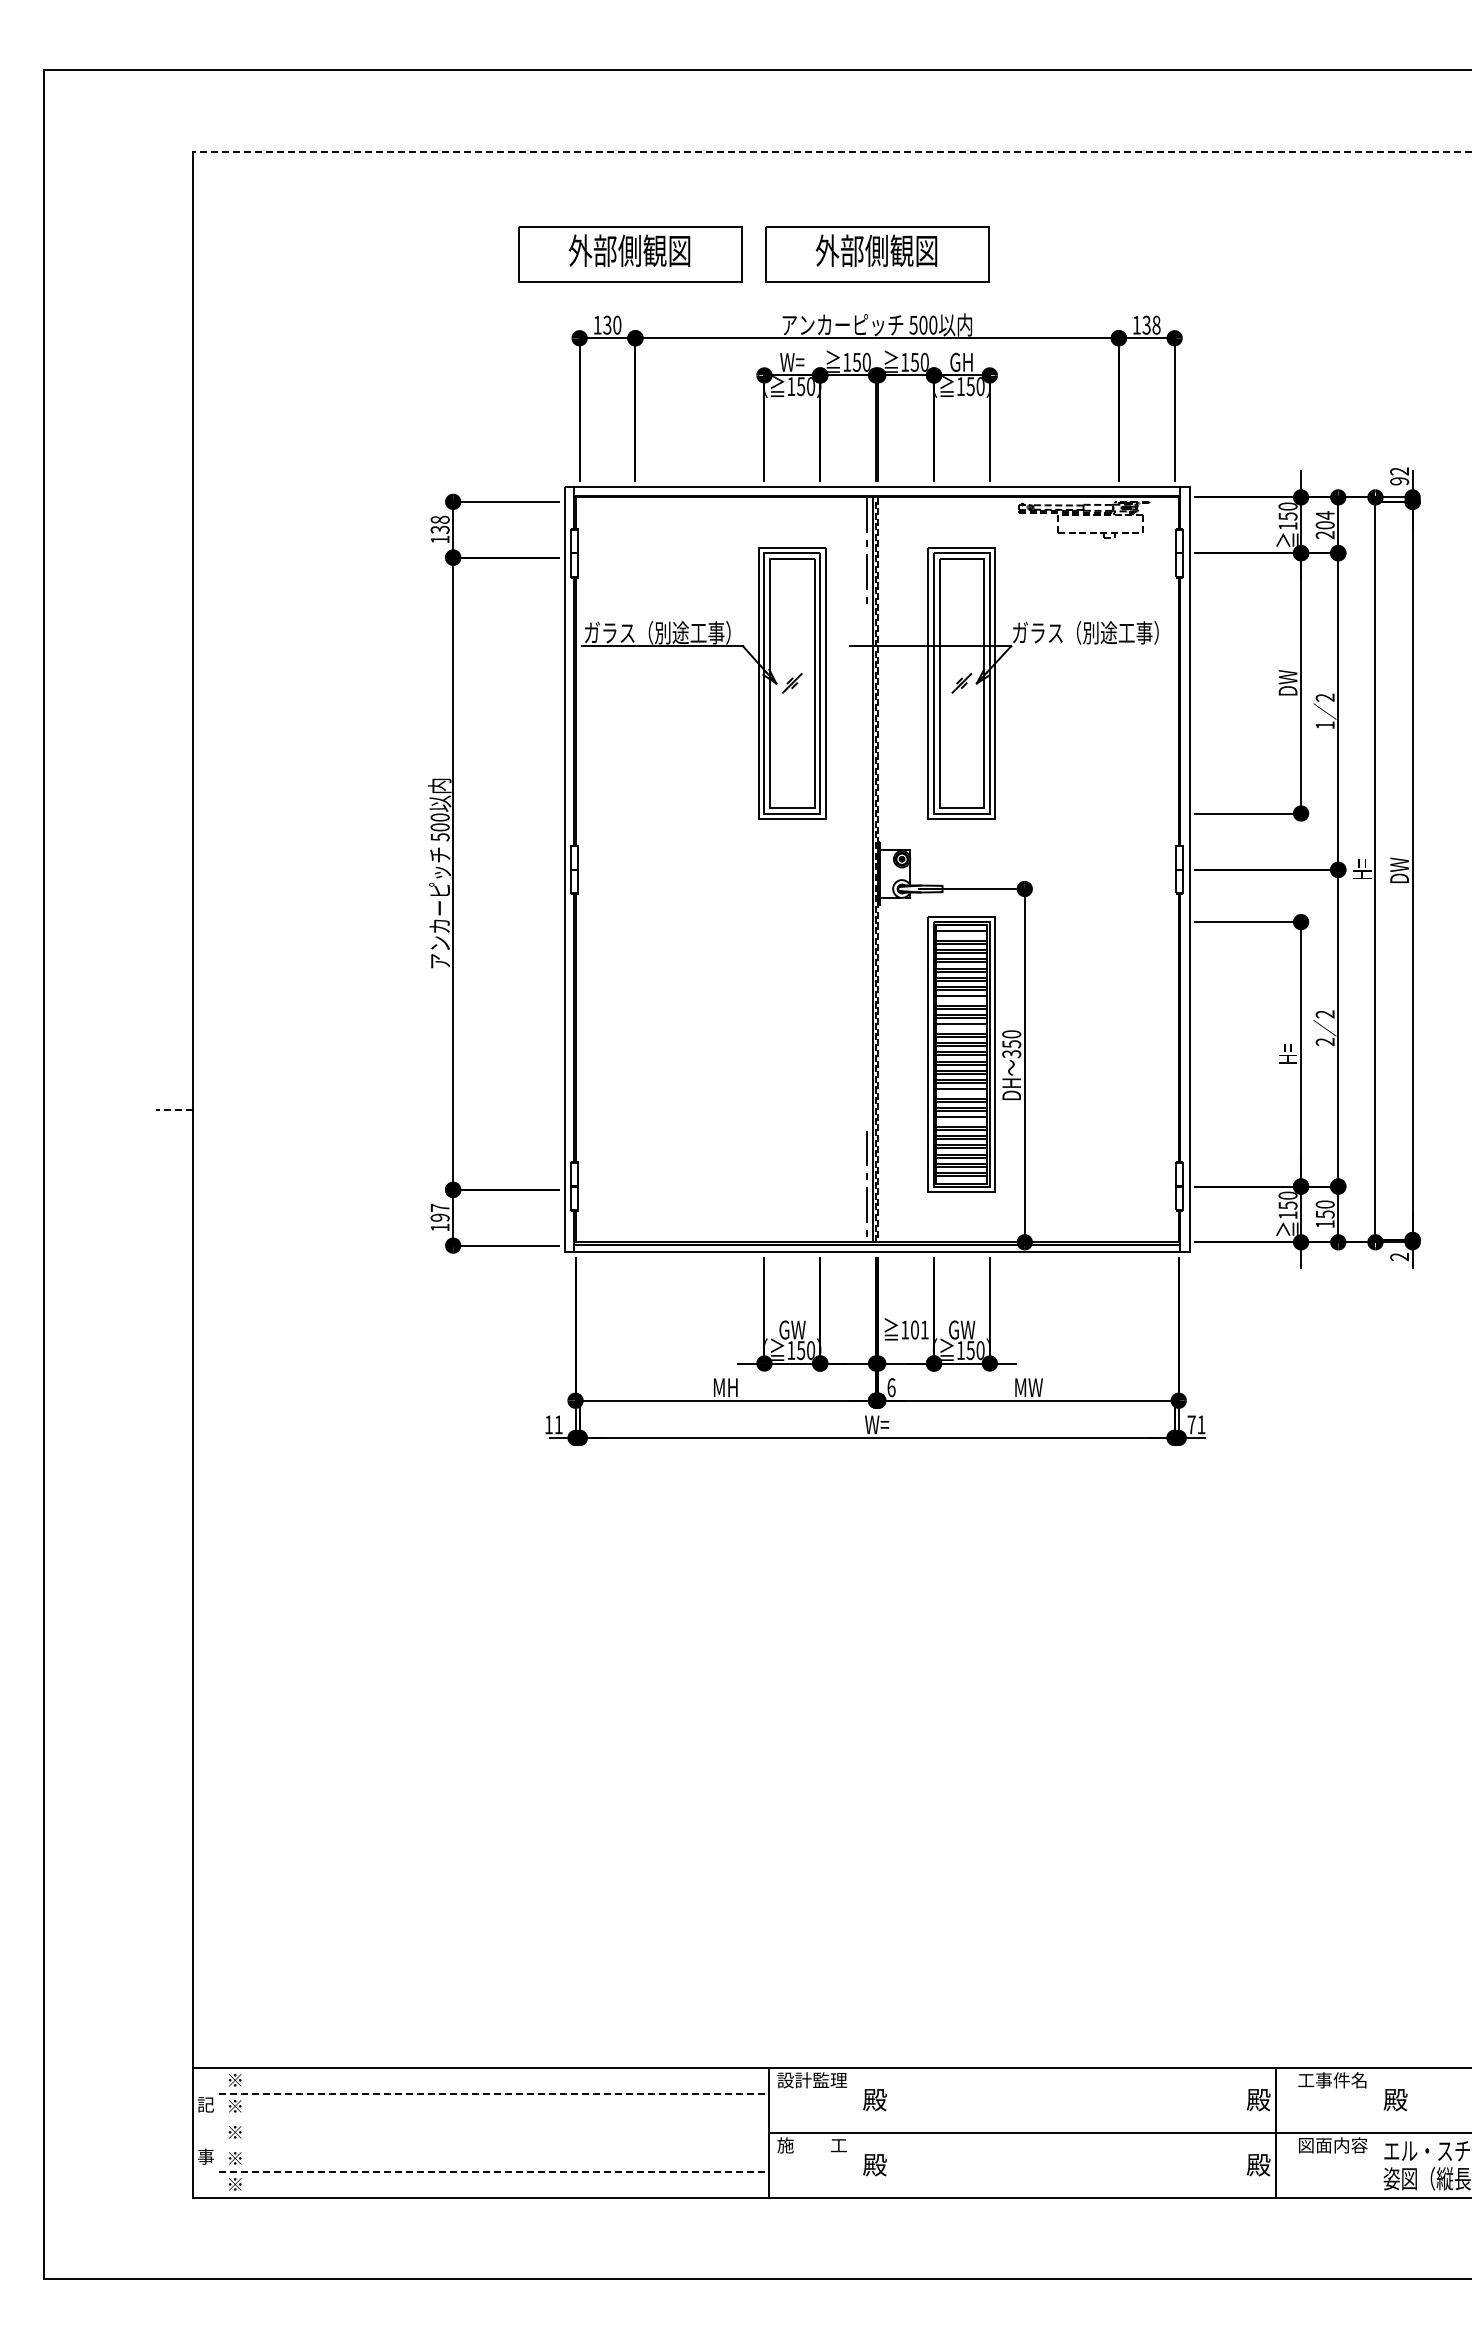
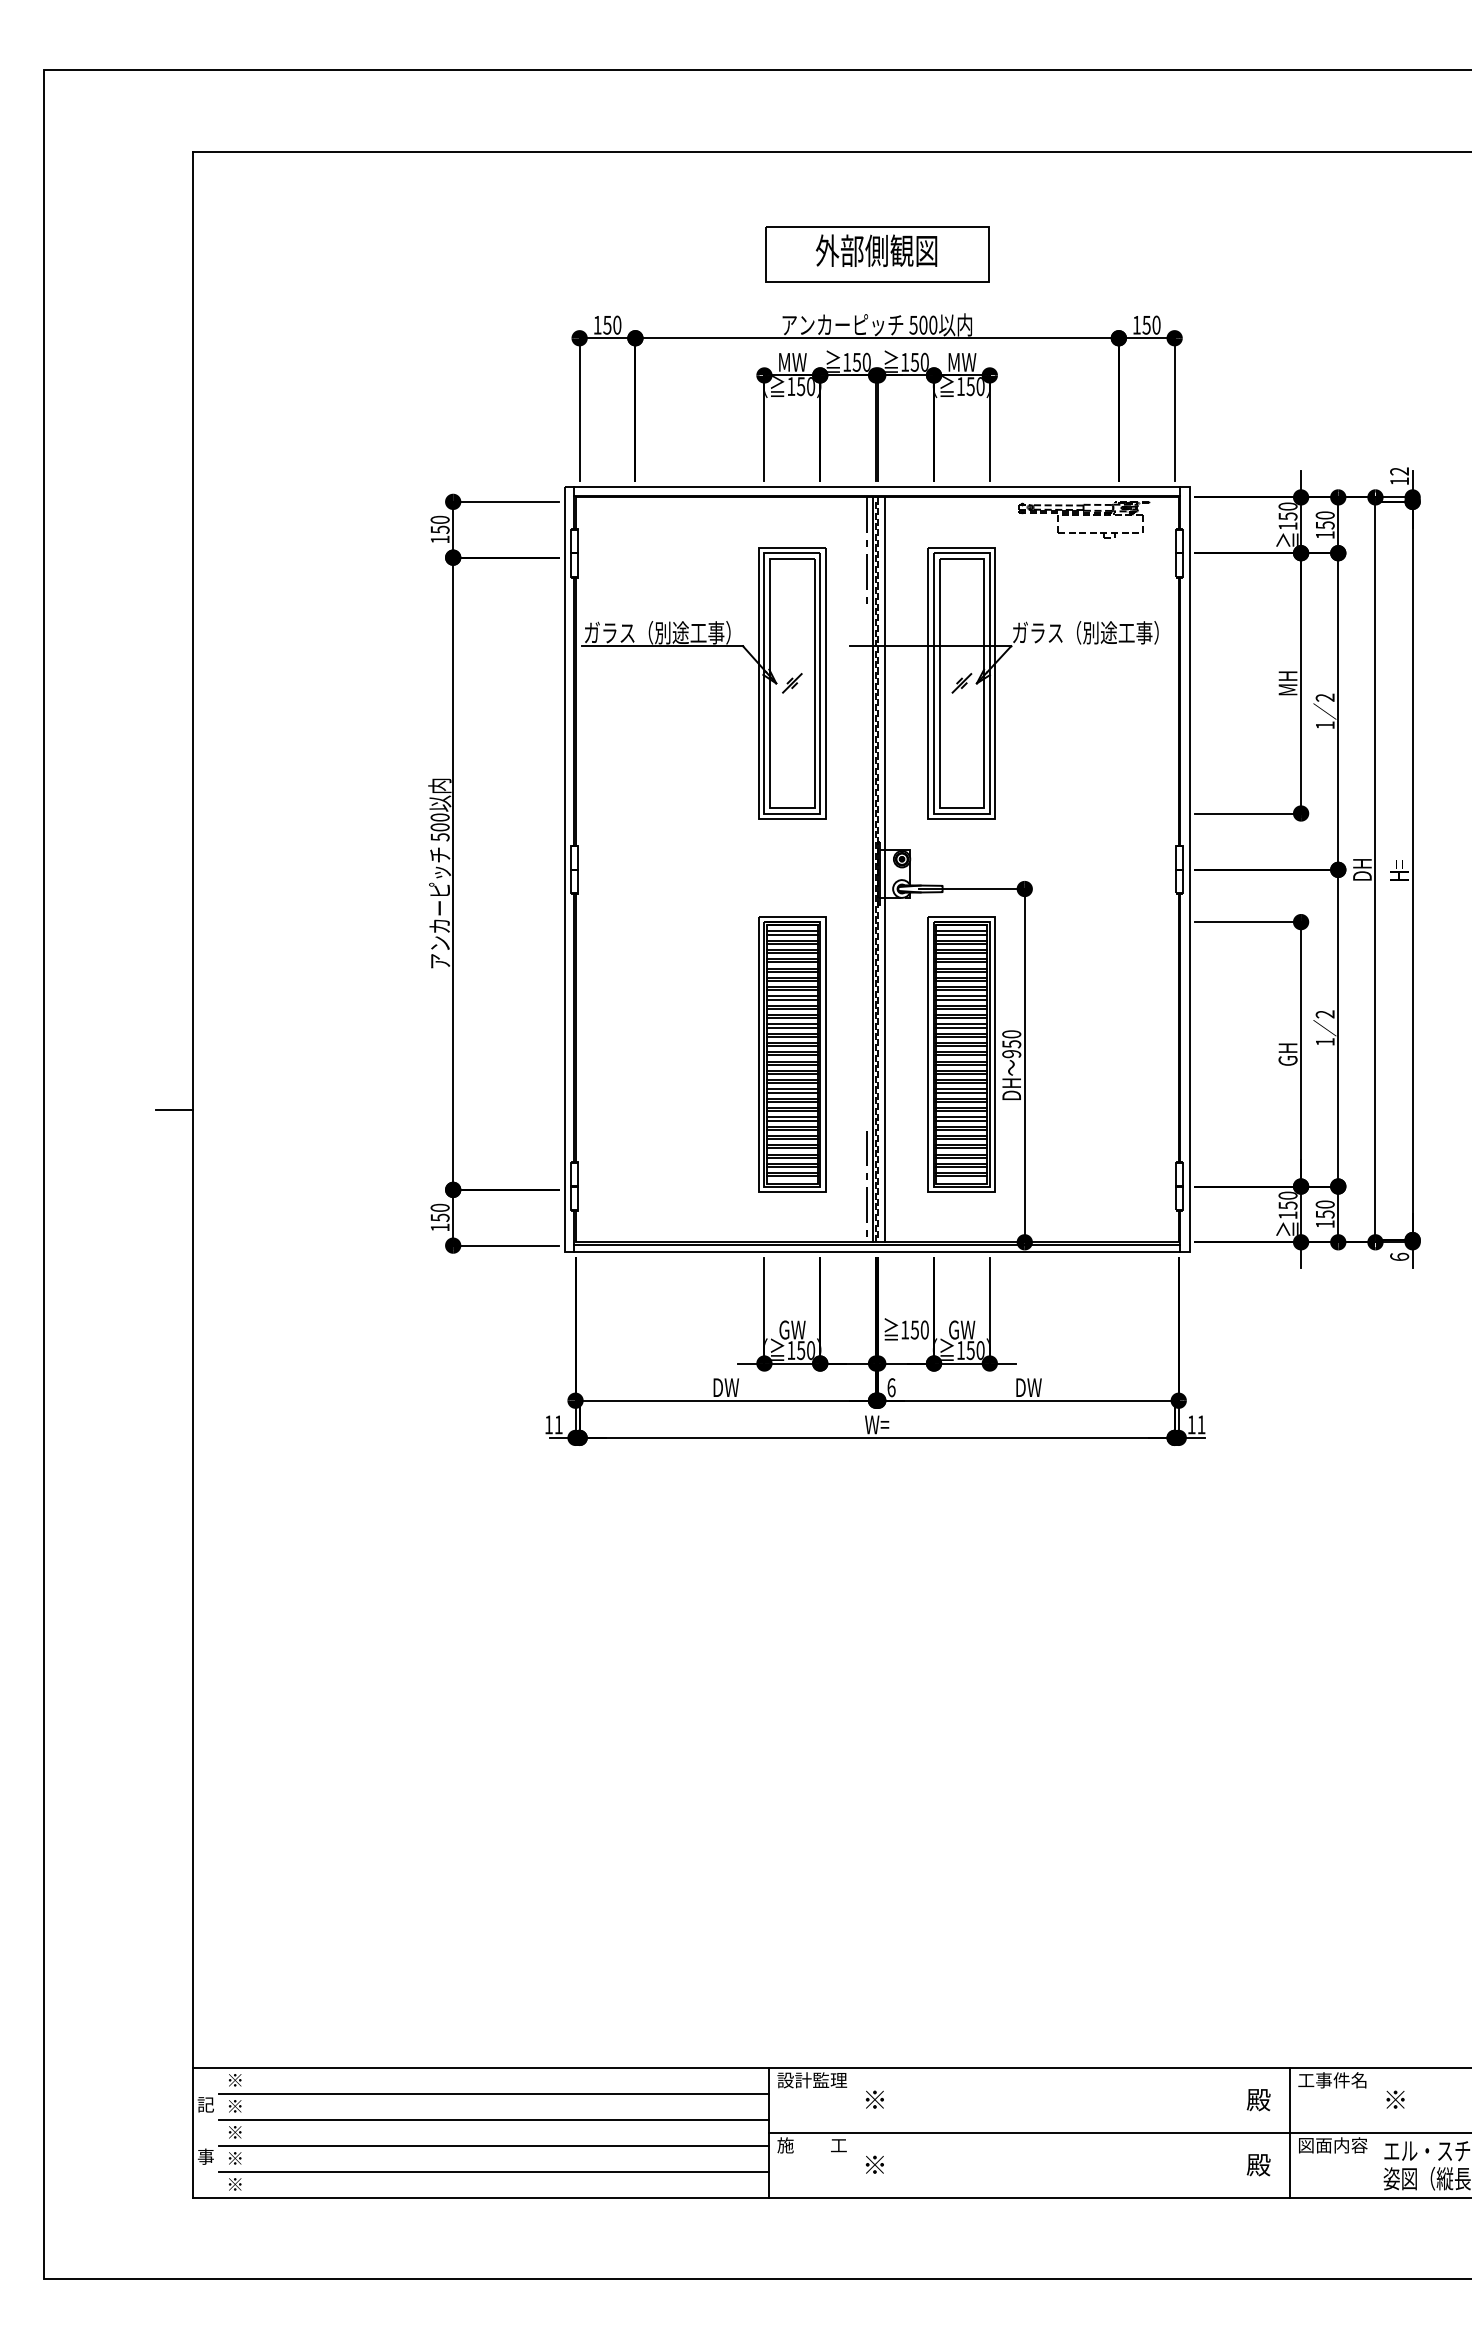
line at (831, 152): dashed -> solid
part at (630, 254): present -> none
text at (607, 324): 130 -> 150
text at (1151, 324): 138 -> 150
text at (962, 361): GH -> MW
text at (792, 362): W= -> MW
text at (1399, 481): 92 -> 12
text at (439, 524): 138 -> 150
text at (1324, 525): 204 -> 150
text at (1287, 682): DW -> MH
line at (884, 869): none -> present
text at (1362, 869): H= -> DH
text at (1399, 869): DW -> H=
line at (961, 934): none -> present
line at (961, 999): none -> present
line at (961, 1027): none -> present
text at (1324, 1042): 2 -> 1
part at (792, 1054): none -> present
text at (1011, 1054): 350 -> 950
text at (1287, 1054): H= -> GH
line at (961, 1092): none -> present
line at (174, 1109): dashed -> solid
line at (961, 1120): none -> present
text at (439, 1212): 197 -> 150
text at (1399, 1256): 2 -> 6
text at (919, 1329): 101 -> 150
text at (726, 1387): MH -> DW
text at (1028, 1387): MW -> DW
text at (1191, 1424): 71 -> 11
line at (494, 2093): dashed -> solid
text at (874, 2100): 殿 -> ※
text at (1395, 2100): 殿 -> ※
line at (493, 2119): none -> present
line at (1275, 2132) position: (1275, 2132) -> (1289, 2132)
line at (493, 2145): none -> present
text at (874, 2165): 殿 -> ※
line at (494, 2171): dashed -> solid
